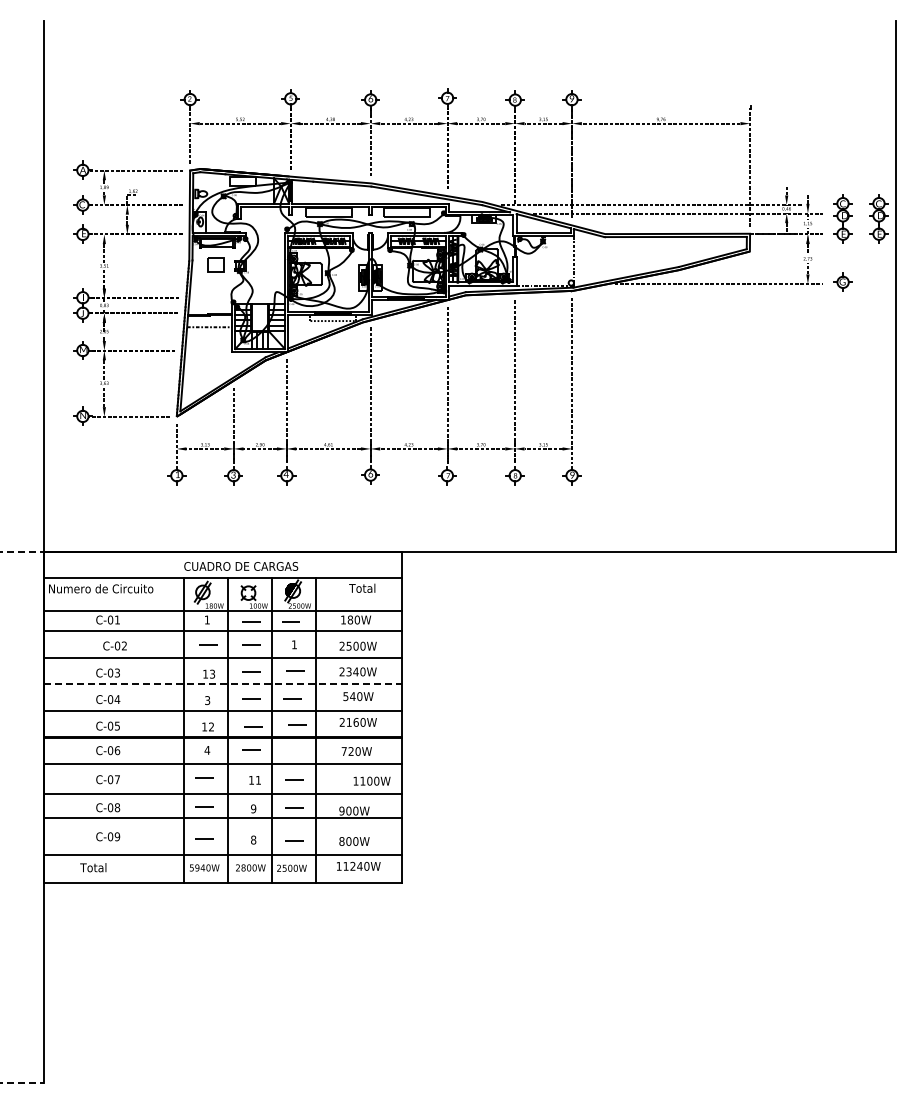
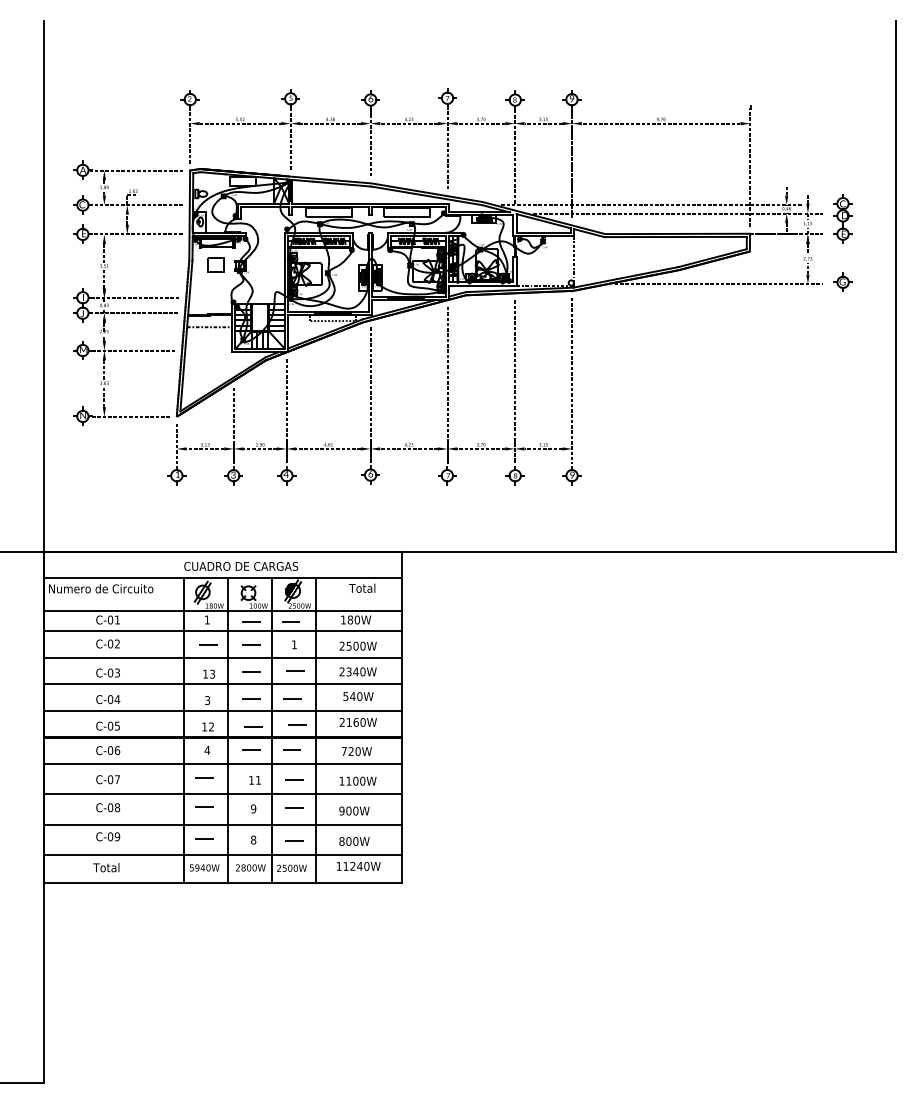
part at (878, 218): present -> none
line at (22, 551): dashed -> solid
text at (114, 645) position: (114, 645) -> (107, 643)
line at (223, 684): dashed -> solid
line at (291, 749): none -> present
text at (371, 780) position: (371, 780) -> (357, 780)
line at (223, 817) position: (223, 817) -> (223, 824)
text at (93, 867) position: (93, 867) -> (106, 867)
line at (22, 1082): dashed -> solid
